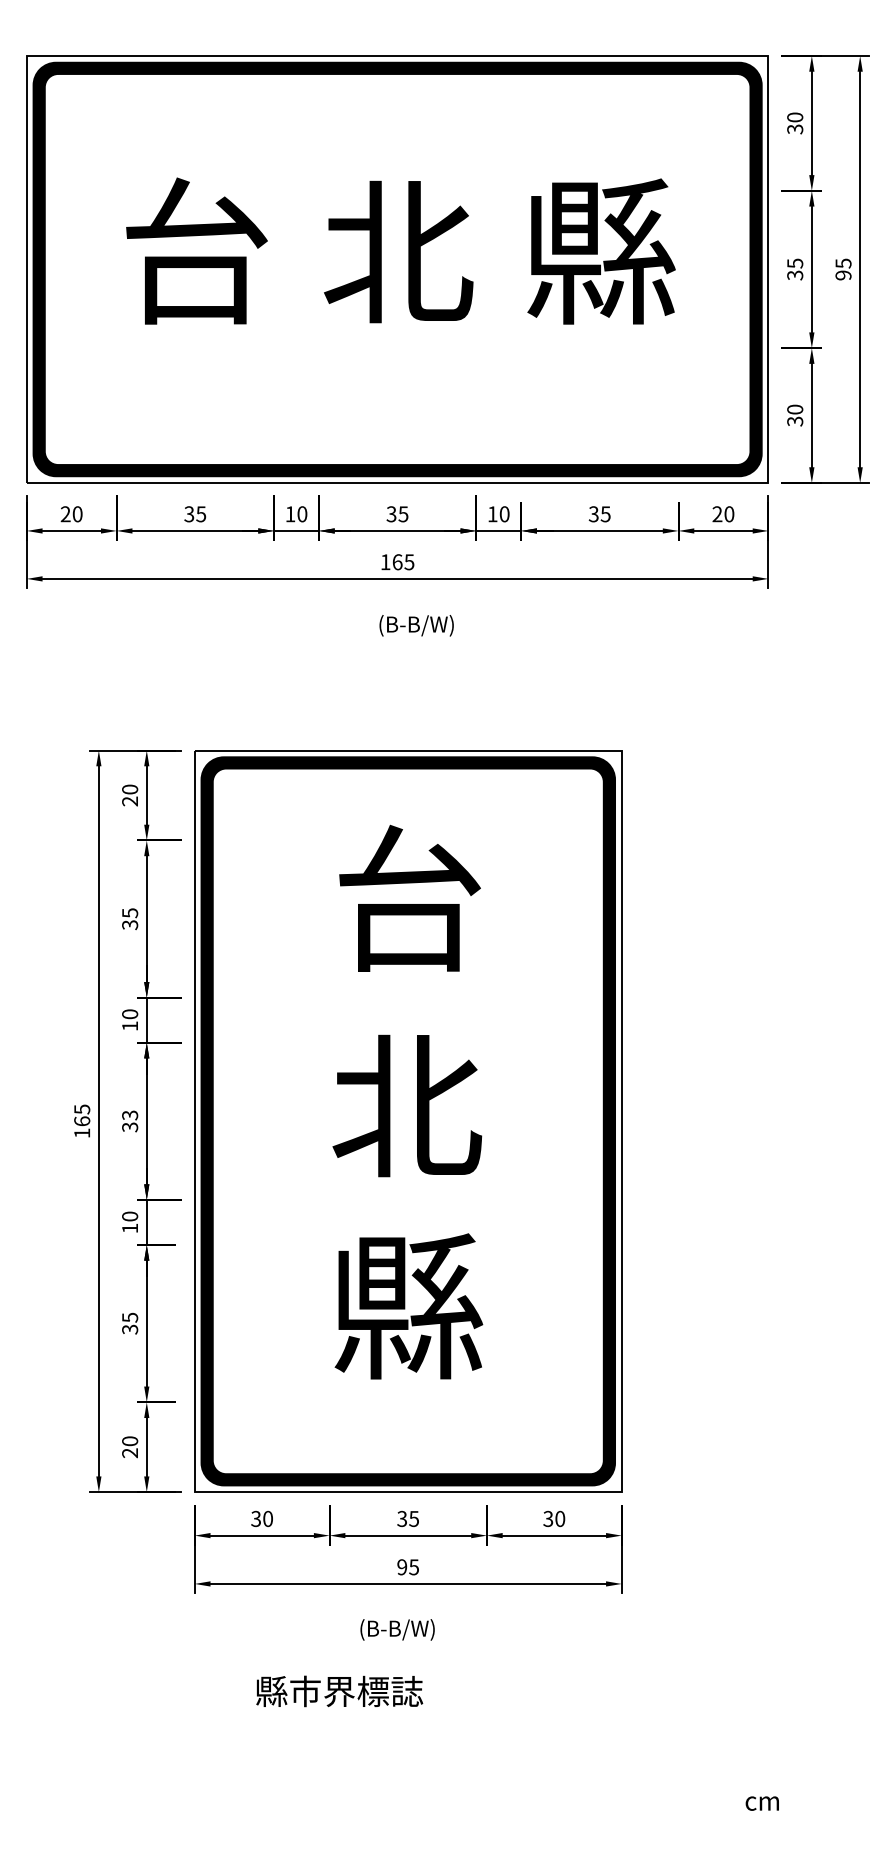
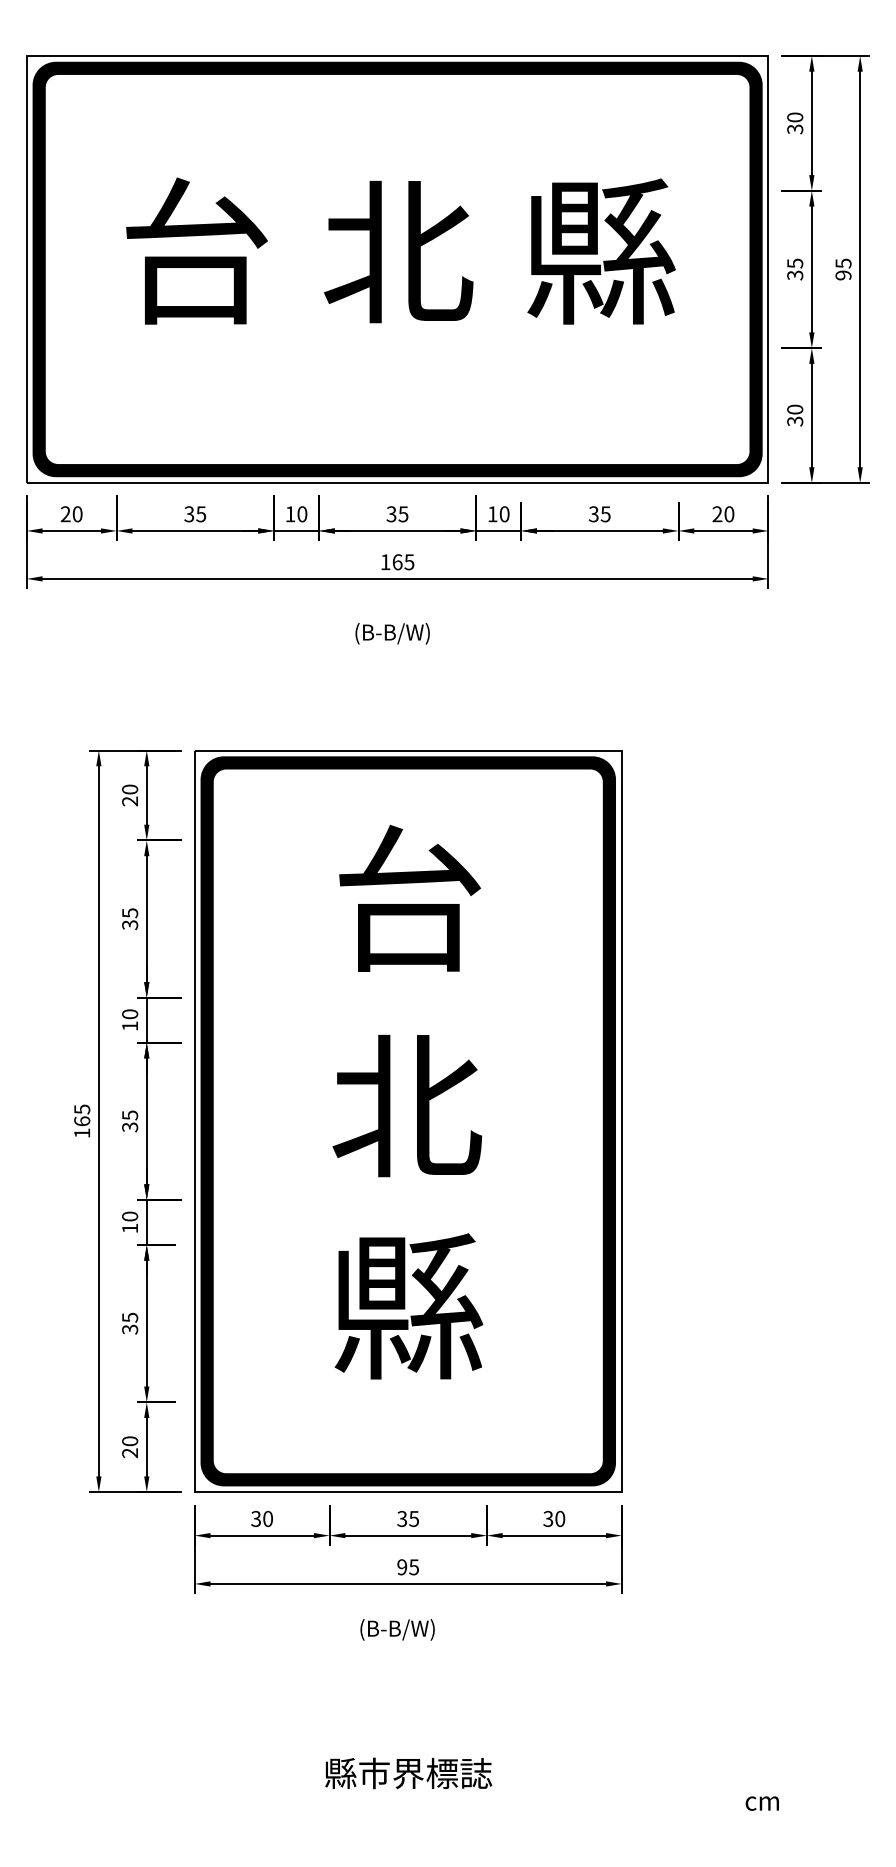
text at (416, 625) position: (416, 625) -> (392, 633)
text at (129, 1114): 33 -> 35
text at (339, 1691) position: (339, 1691) -> (408, 1773)
